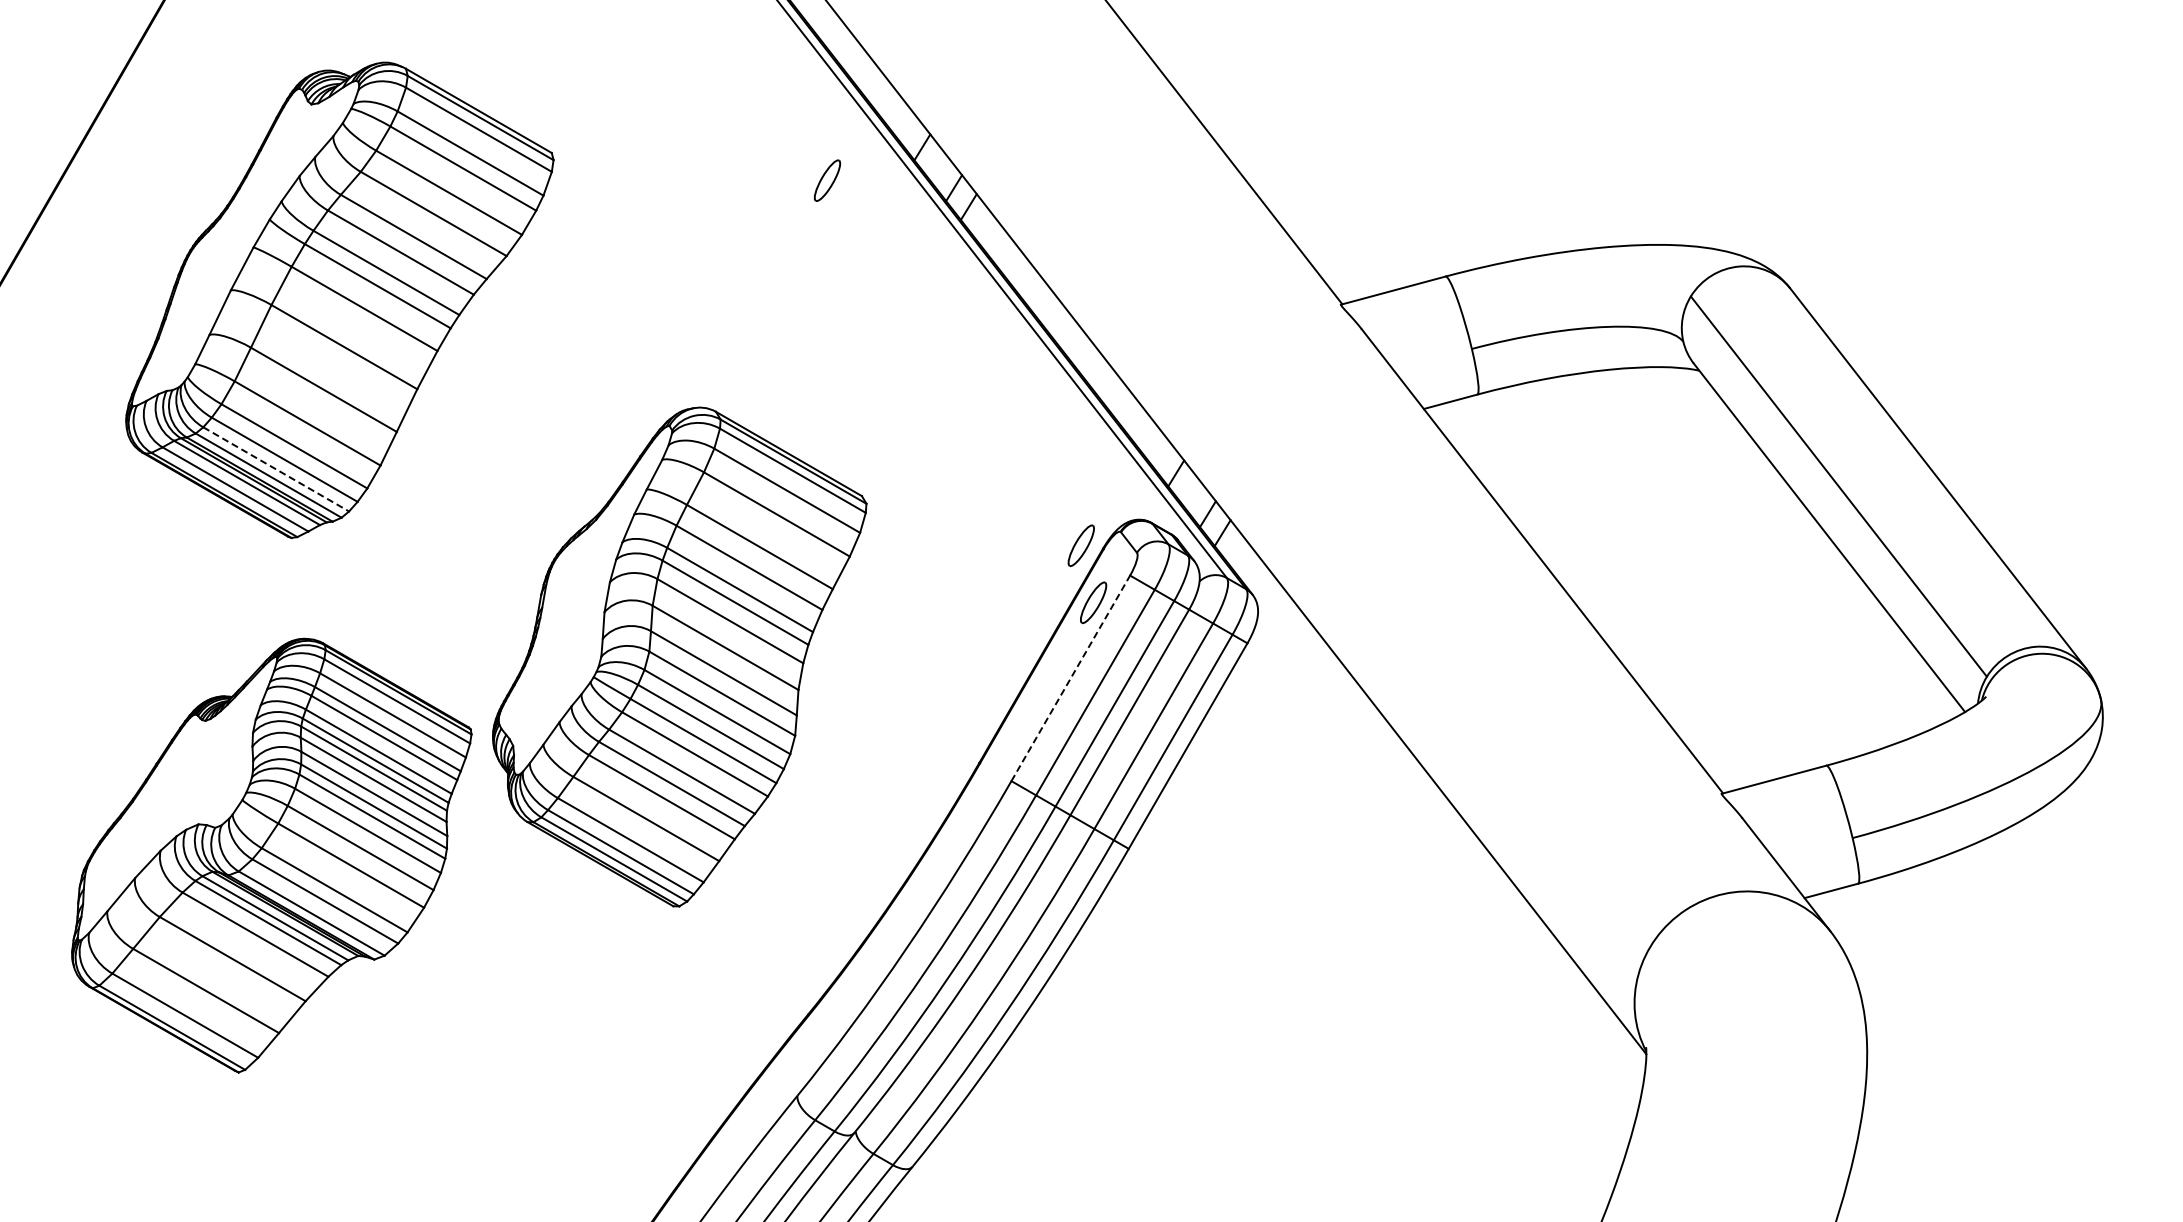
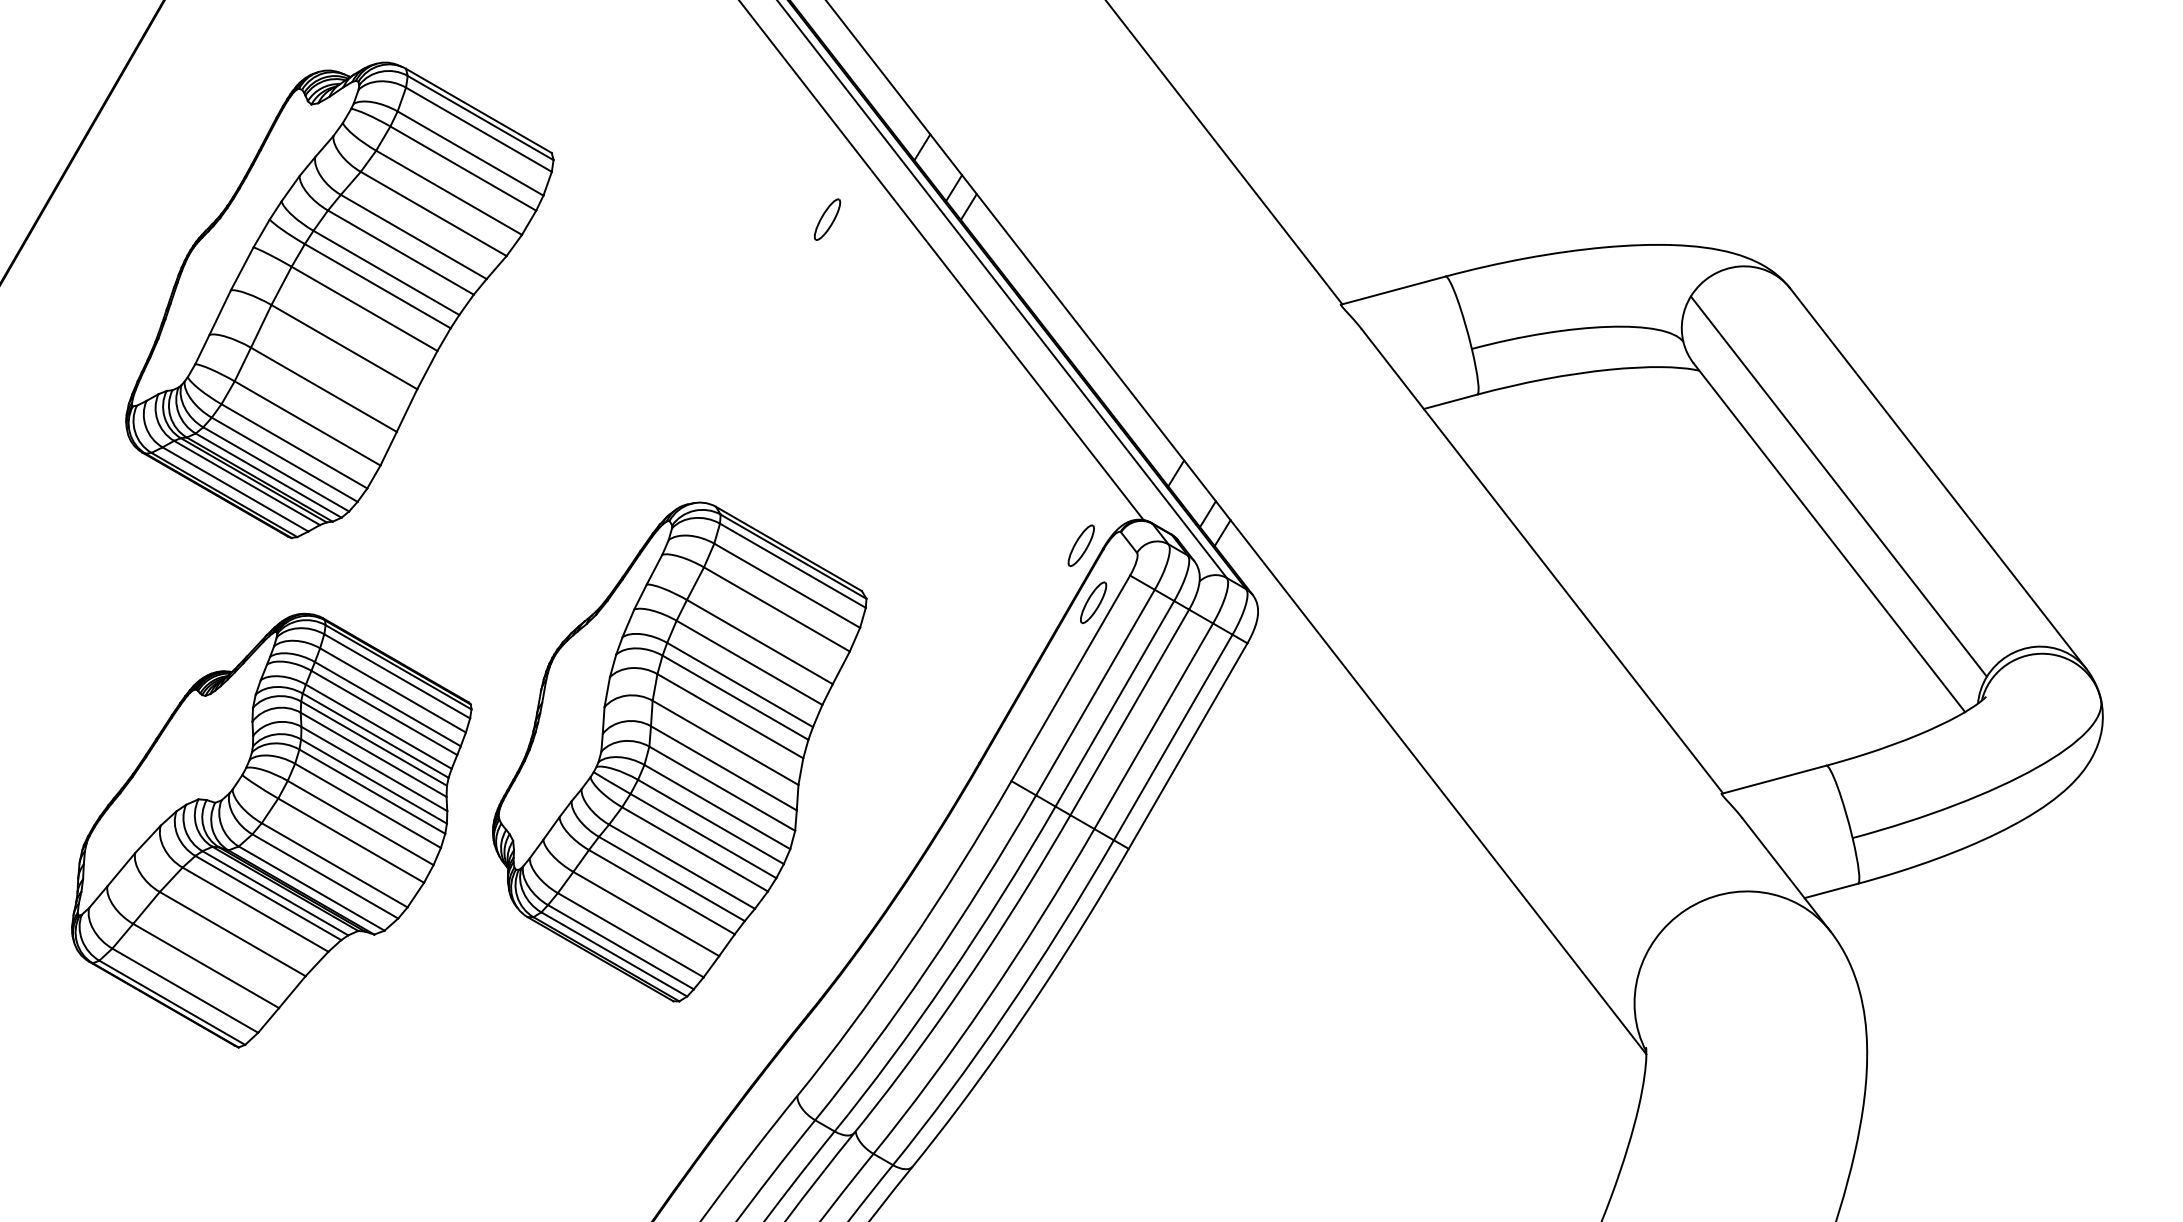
part at (827, 180) position: (827, 180) -> (827, 219)
line at (941, 261): none -> present
line at (276, 469): dashed -> solid
part at (679, 656) position: (679, 656) -> (679, 751)
line at (1070, 678): dashed -> solid
part at (271, 855) position: (271, 855) -> (271, 830)
